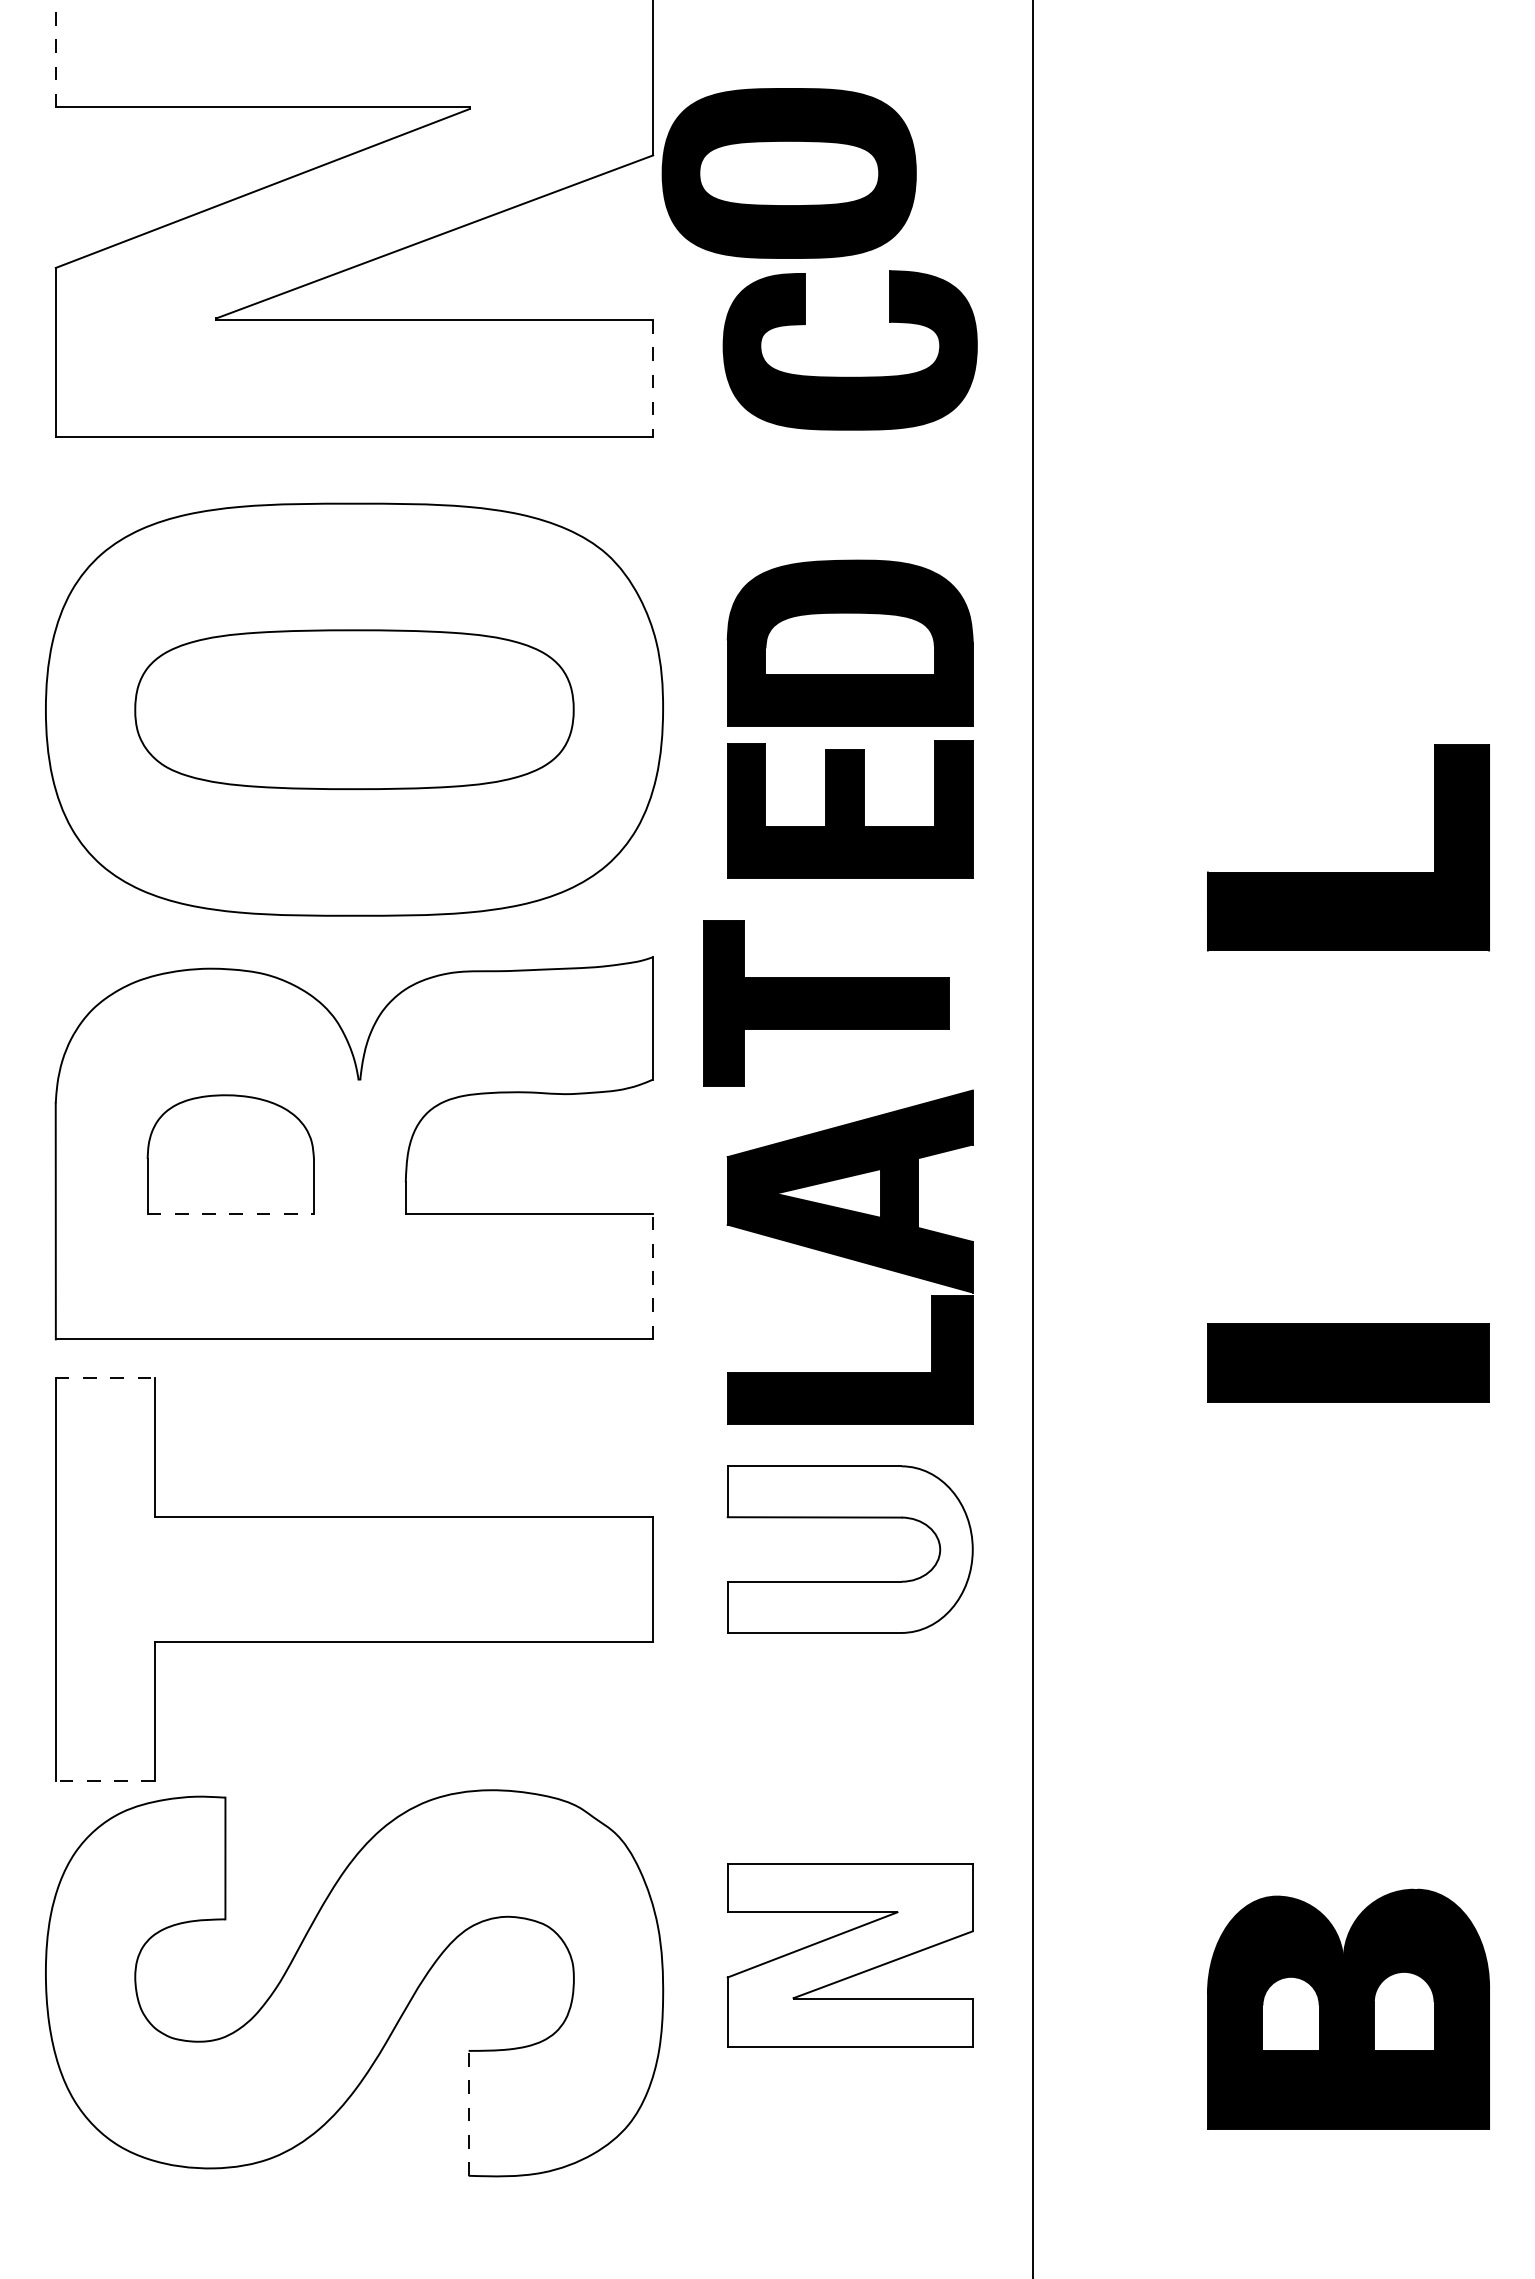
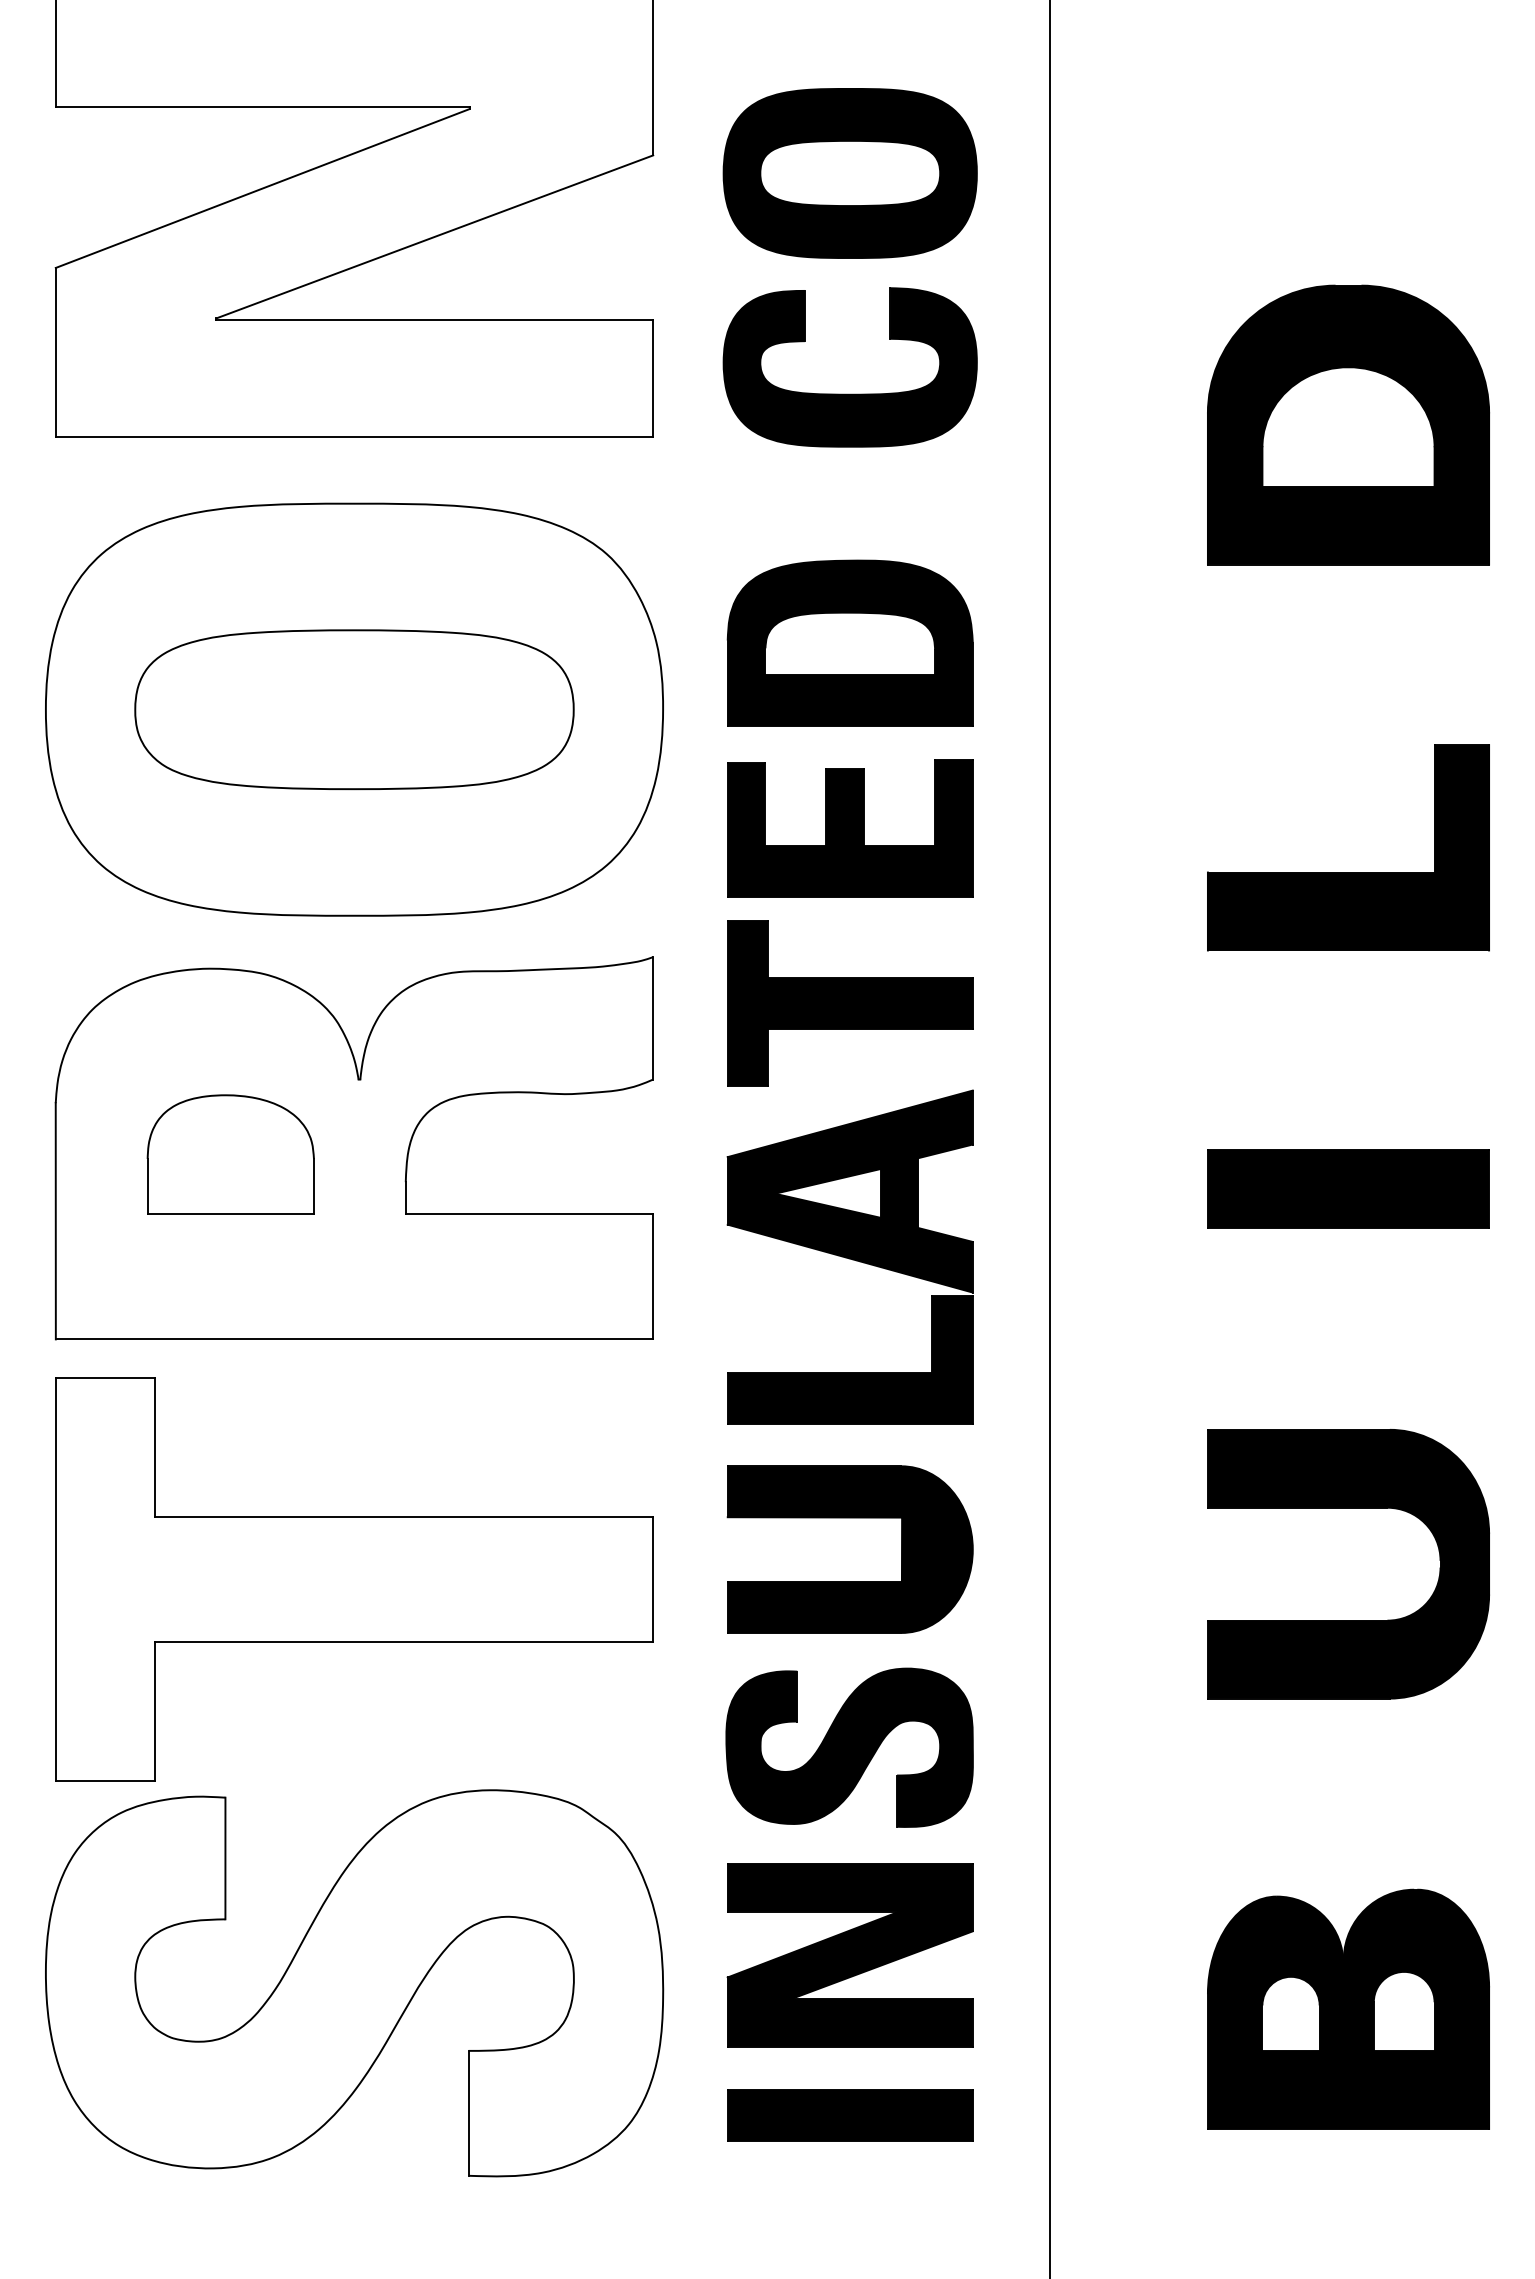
line at (55, 53): dashed -> solid
part at (788, 173) position: (788, 173) -> (849, 173)
part at (849, 376) position: (849, 376) -> (849, 393)
line at (653, 378): dashed -> solid
part at (1348, 424): none -> present
part at (850, 809) position: (850, 809) -> (850, 828)
part at (826, 1003) position: (826, 1003) -> (850, 1003)
line at (1033, 1138) position: (1033, 1138) -> (1050, 1138)
line at (231, 1214): dashed -> solid
line at (653, 1276): dashed -> solid
part at (1348, 1362) position: (1348, 1362) -> (1348, 1188)
line at (105, 1378): dashed -> solid
part at (1348, 1508): none -> present
fill at (849, 1549): none -> present
part at (849, 1747): none -> present
line at (105, 1781): dashed -> solid
fill at (849, 1954): none -> present
line at (468, 2112): dashed -> solid
part at (850, 2115): none -> present
